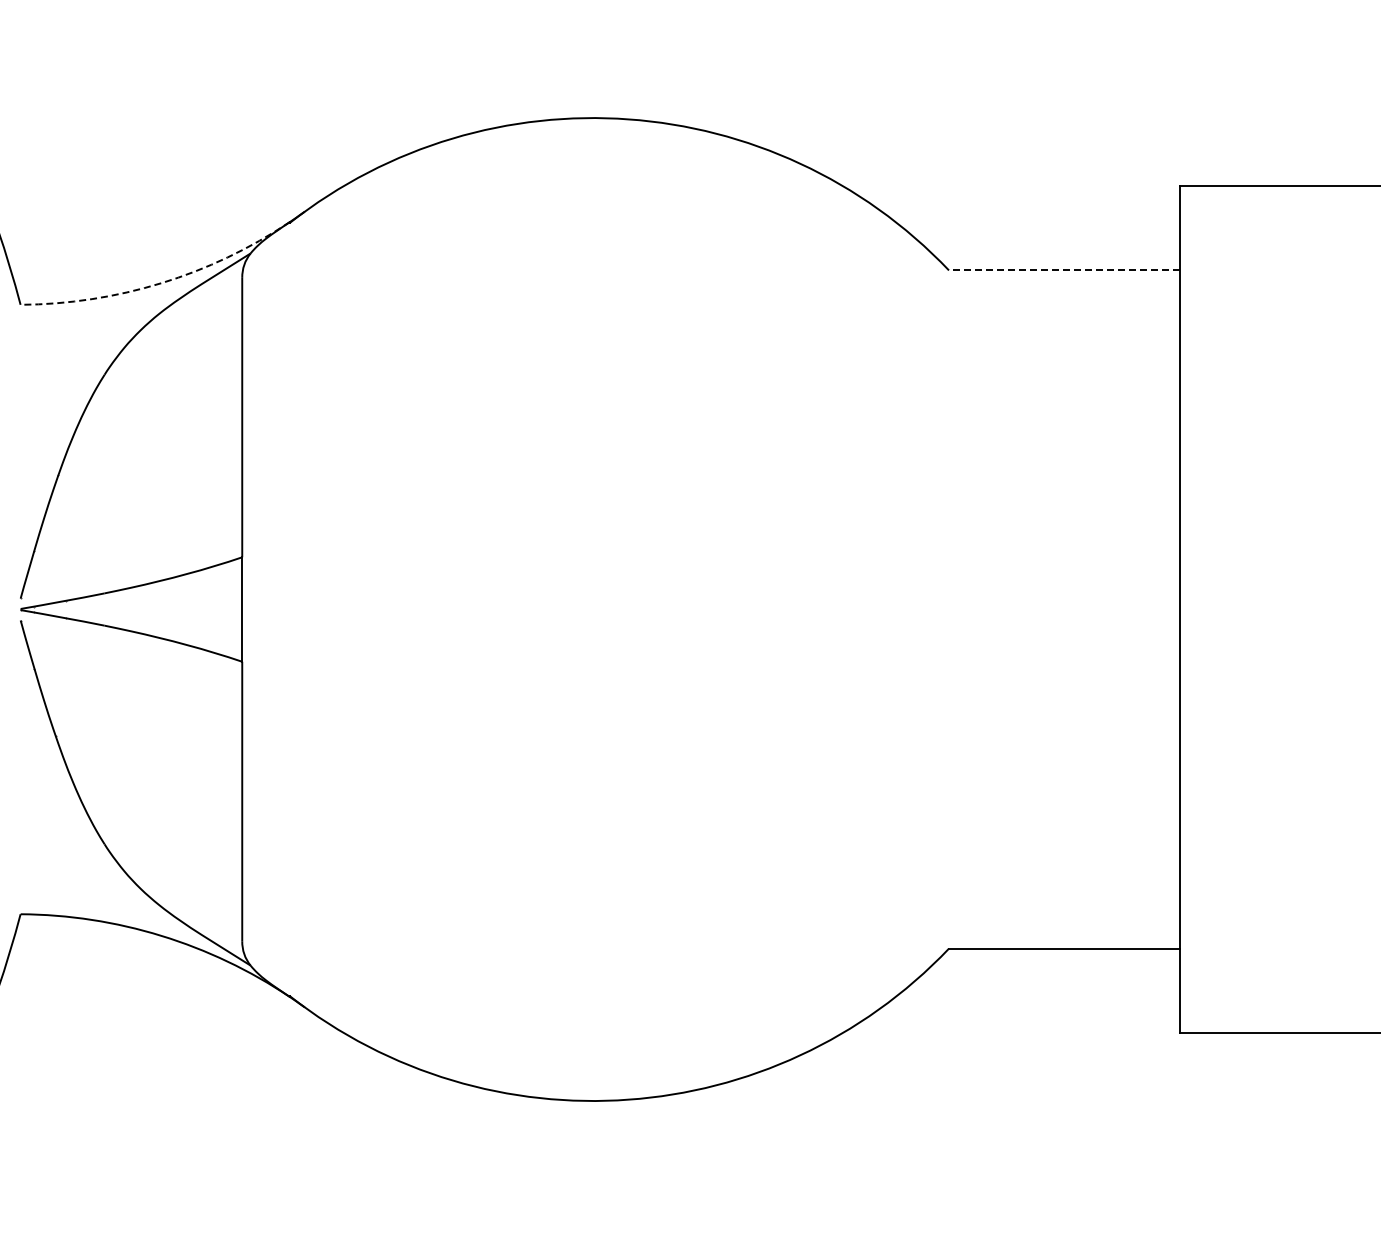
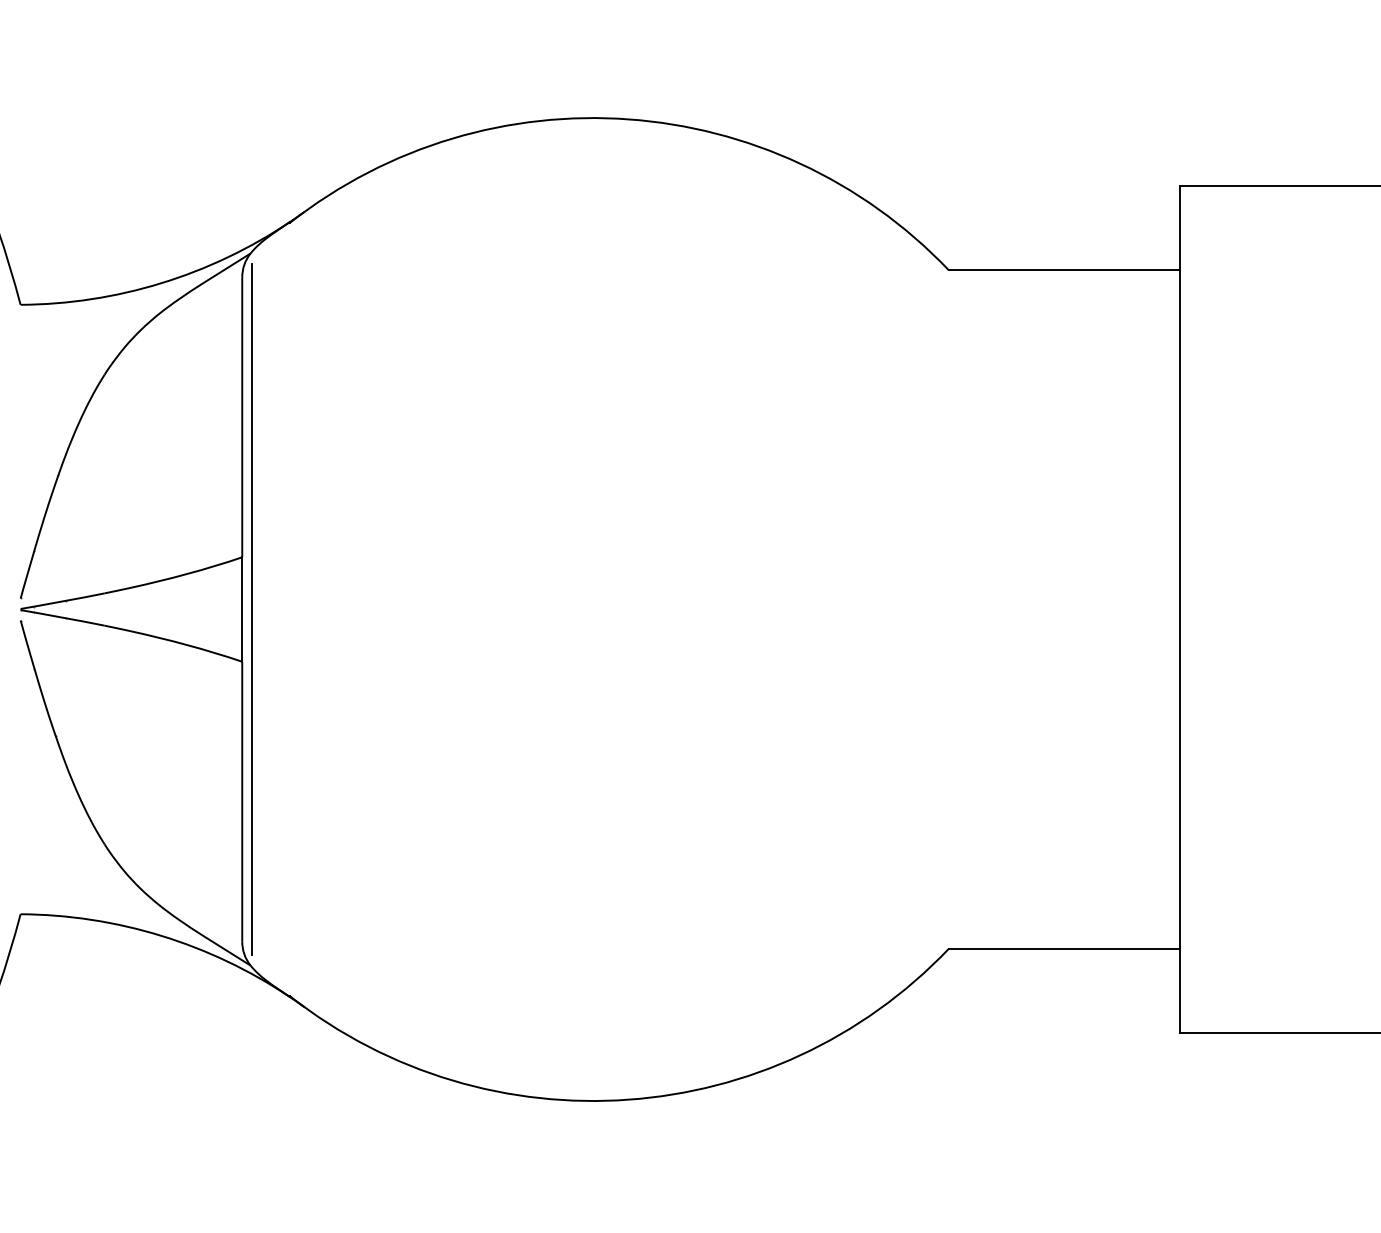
line at (1063, 270): dashed -> solid
arc at (161, 283): dashed -> solid
line at (251, 609): none -> present
